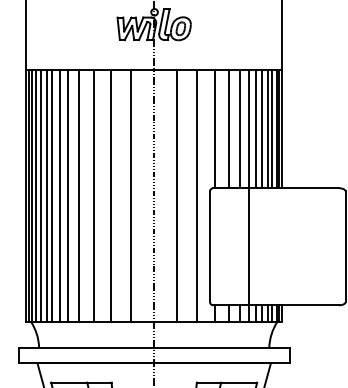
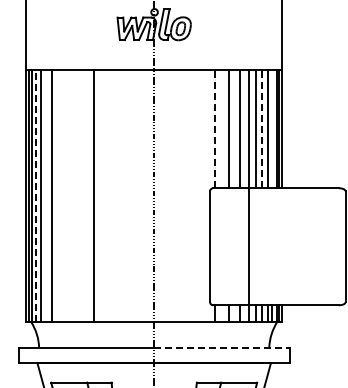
line at (214, 129): solid -> dashed
line at (261, 129): solid -> dashed
line at (272, 129): present -> none
line at (46, 195): present -> none
line at (59, 195): present -> none
line at (68, 195): present -> none
line at (79, 195): present -> none
line at (111, 195): present -> none
line at (130, 195): present -> none
line at (177, 195): present -> none
line at (197, 195): present -> none
line at (36, 196): solid -> dashed
line at (221, 347): solid -> dashed
